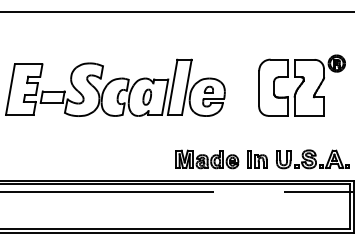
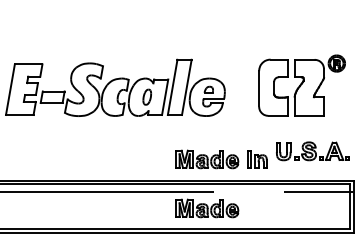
line at (176, 12): present -> none
part at (312, 159) position: (312, 159) -> (312, 151)
part at (207, 208): none -> present
